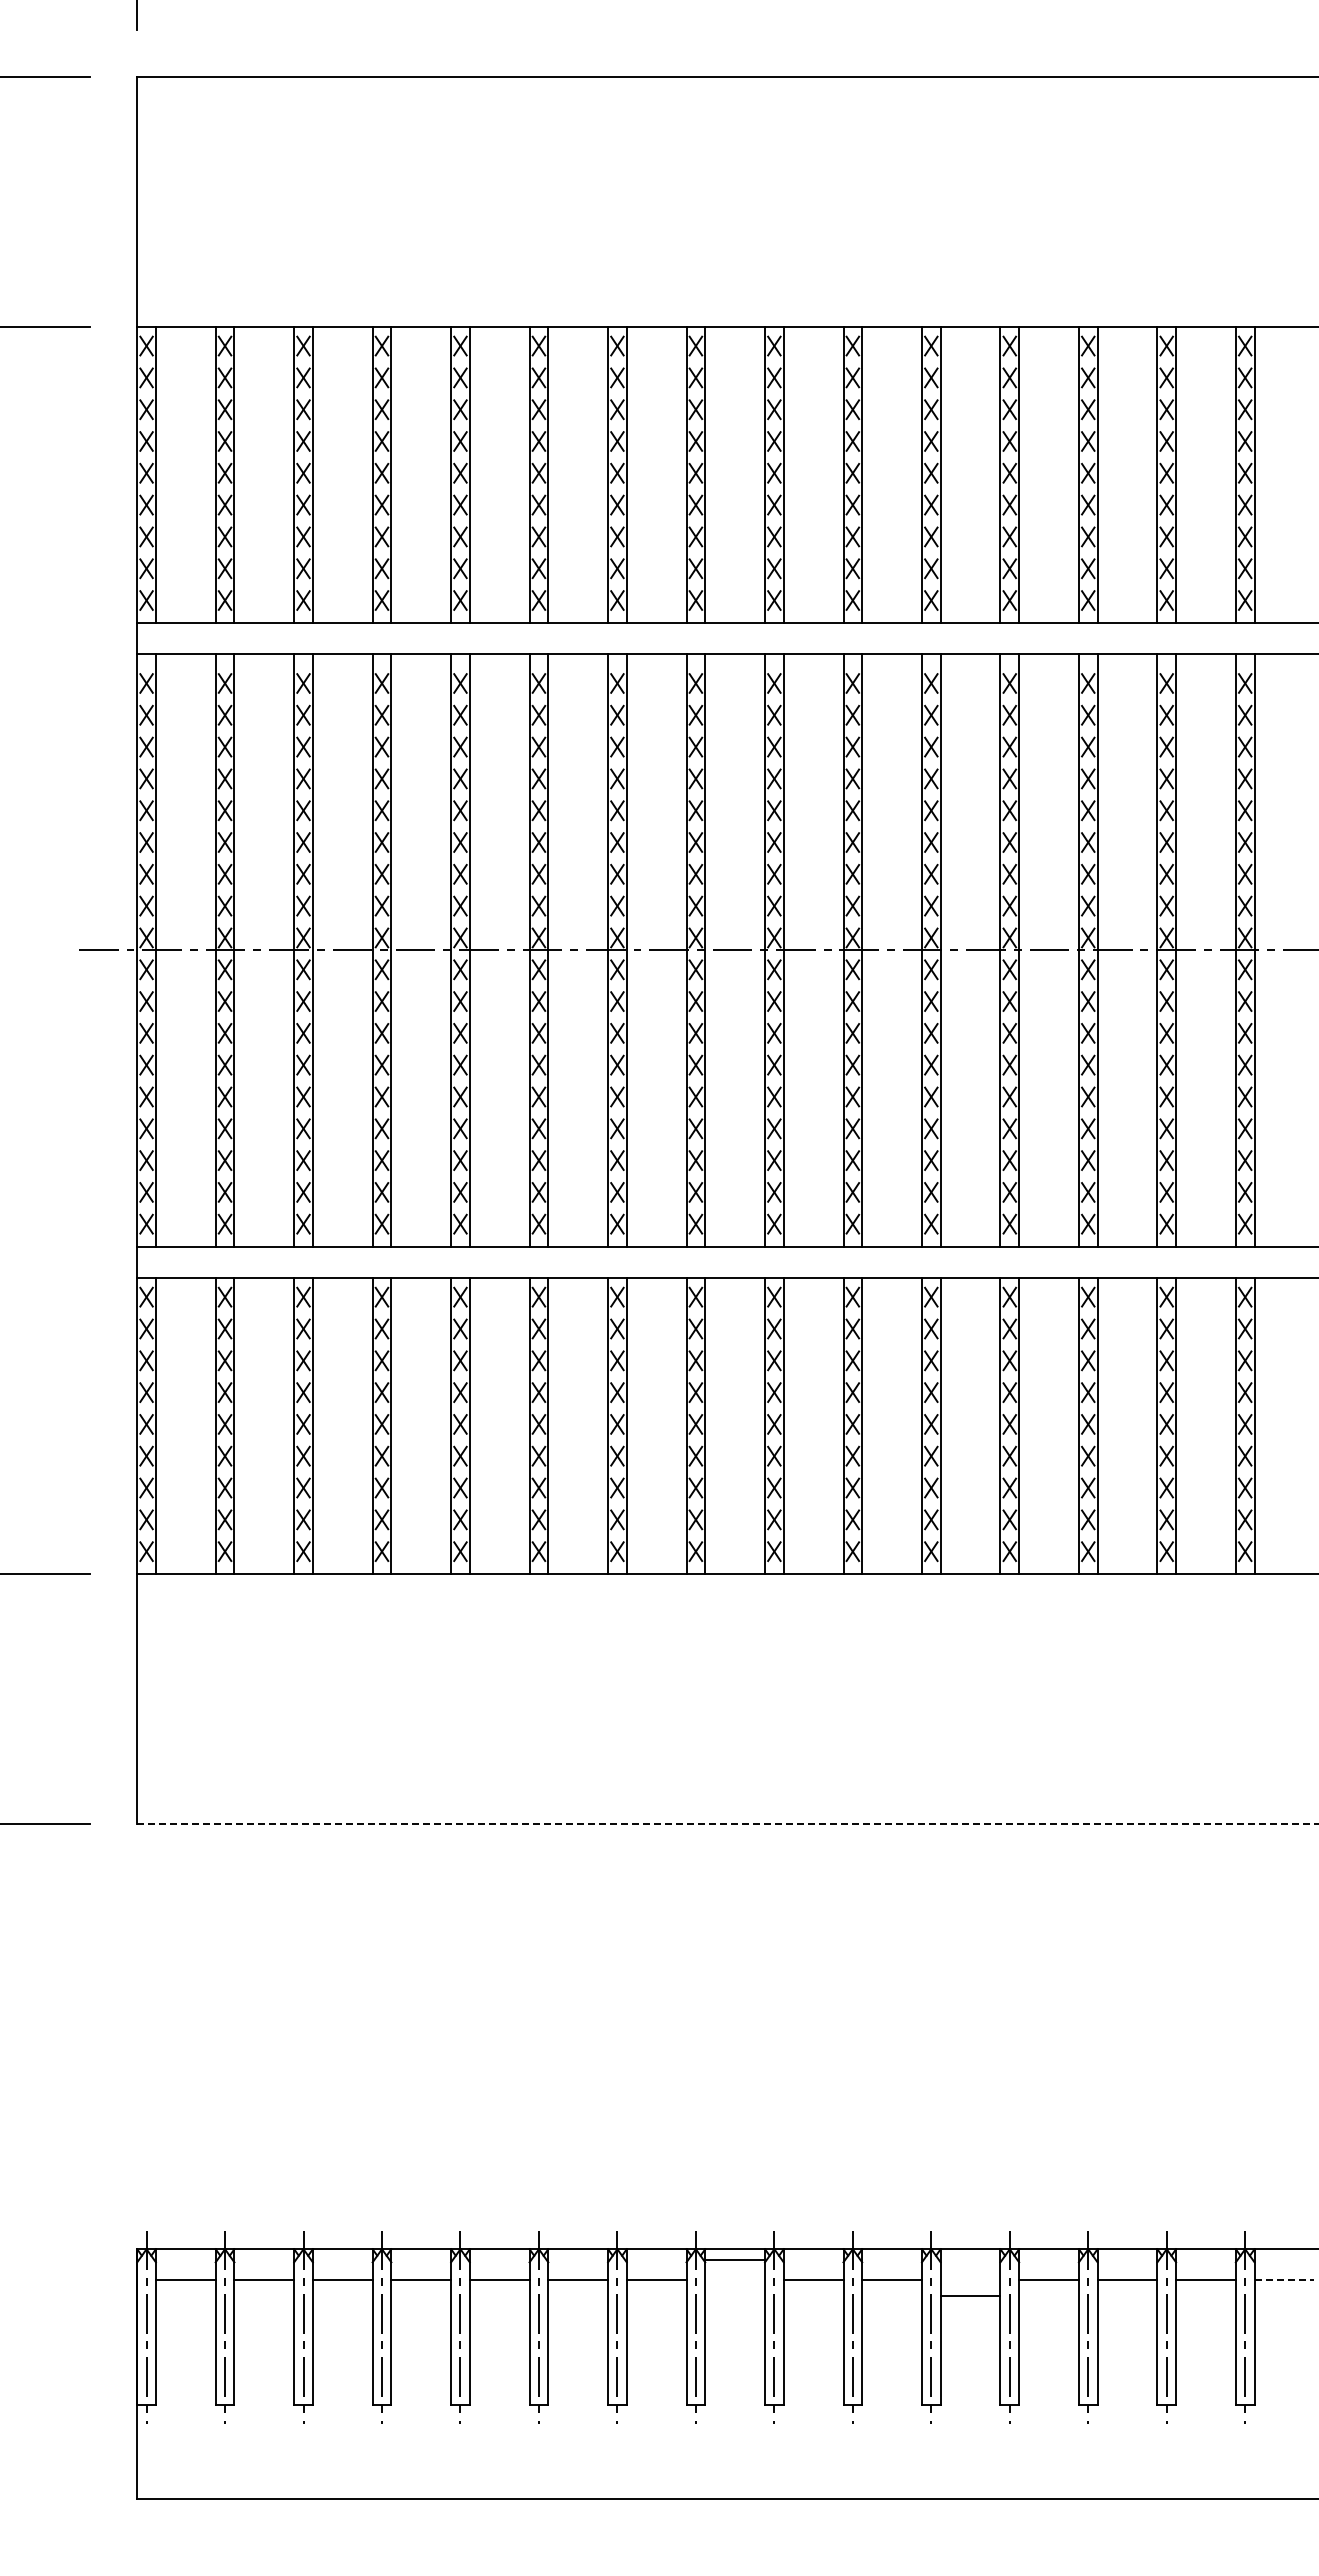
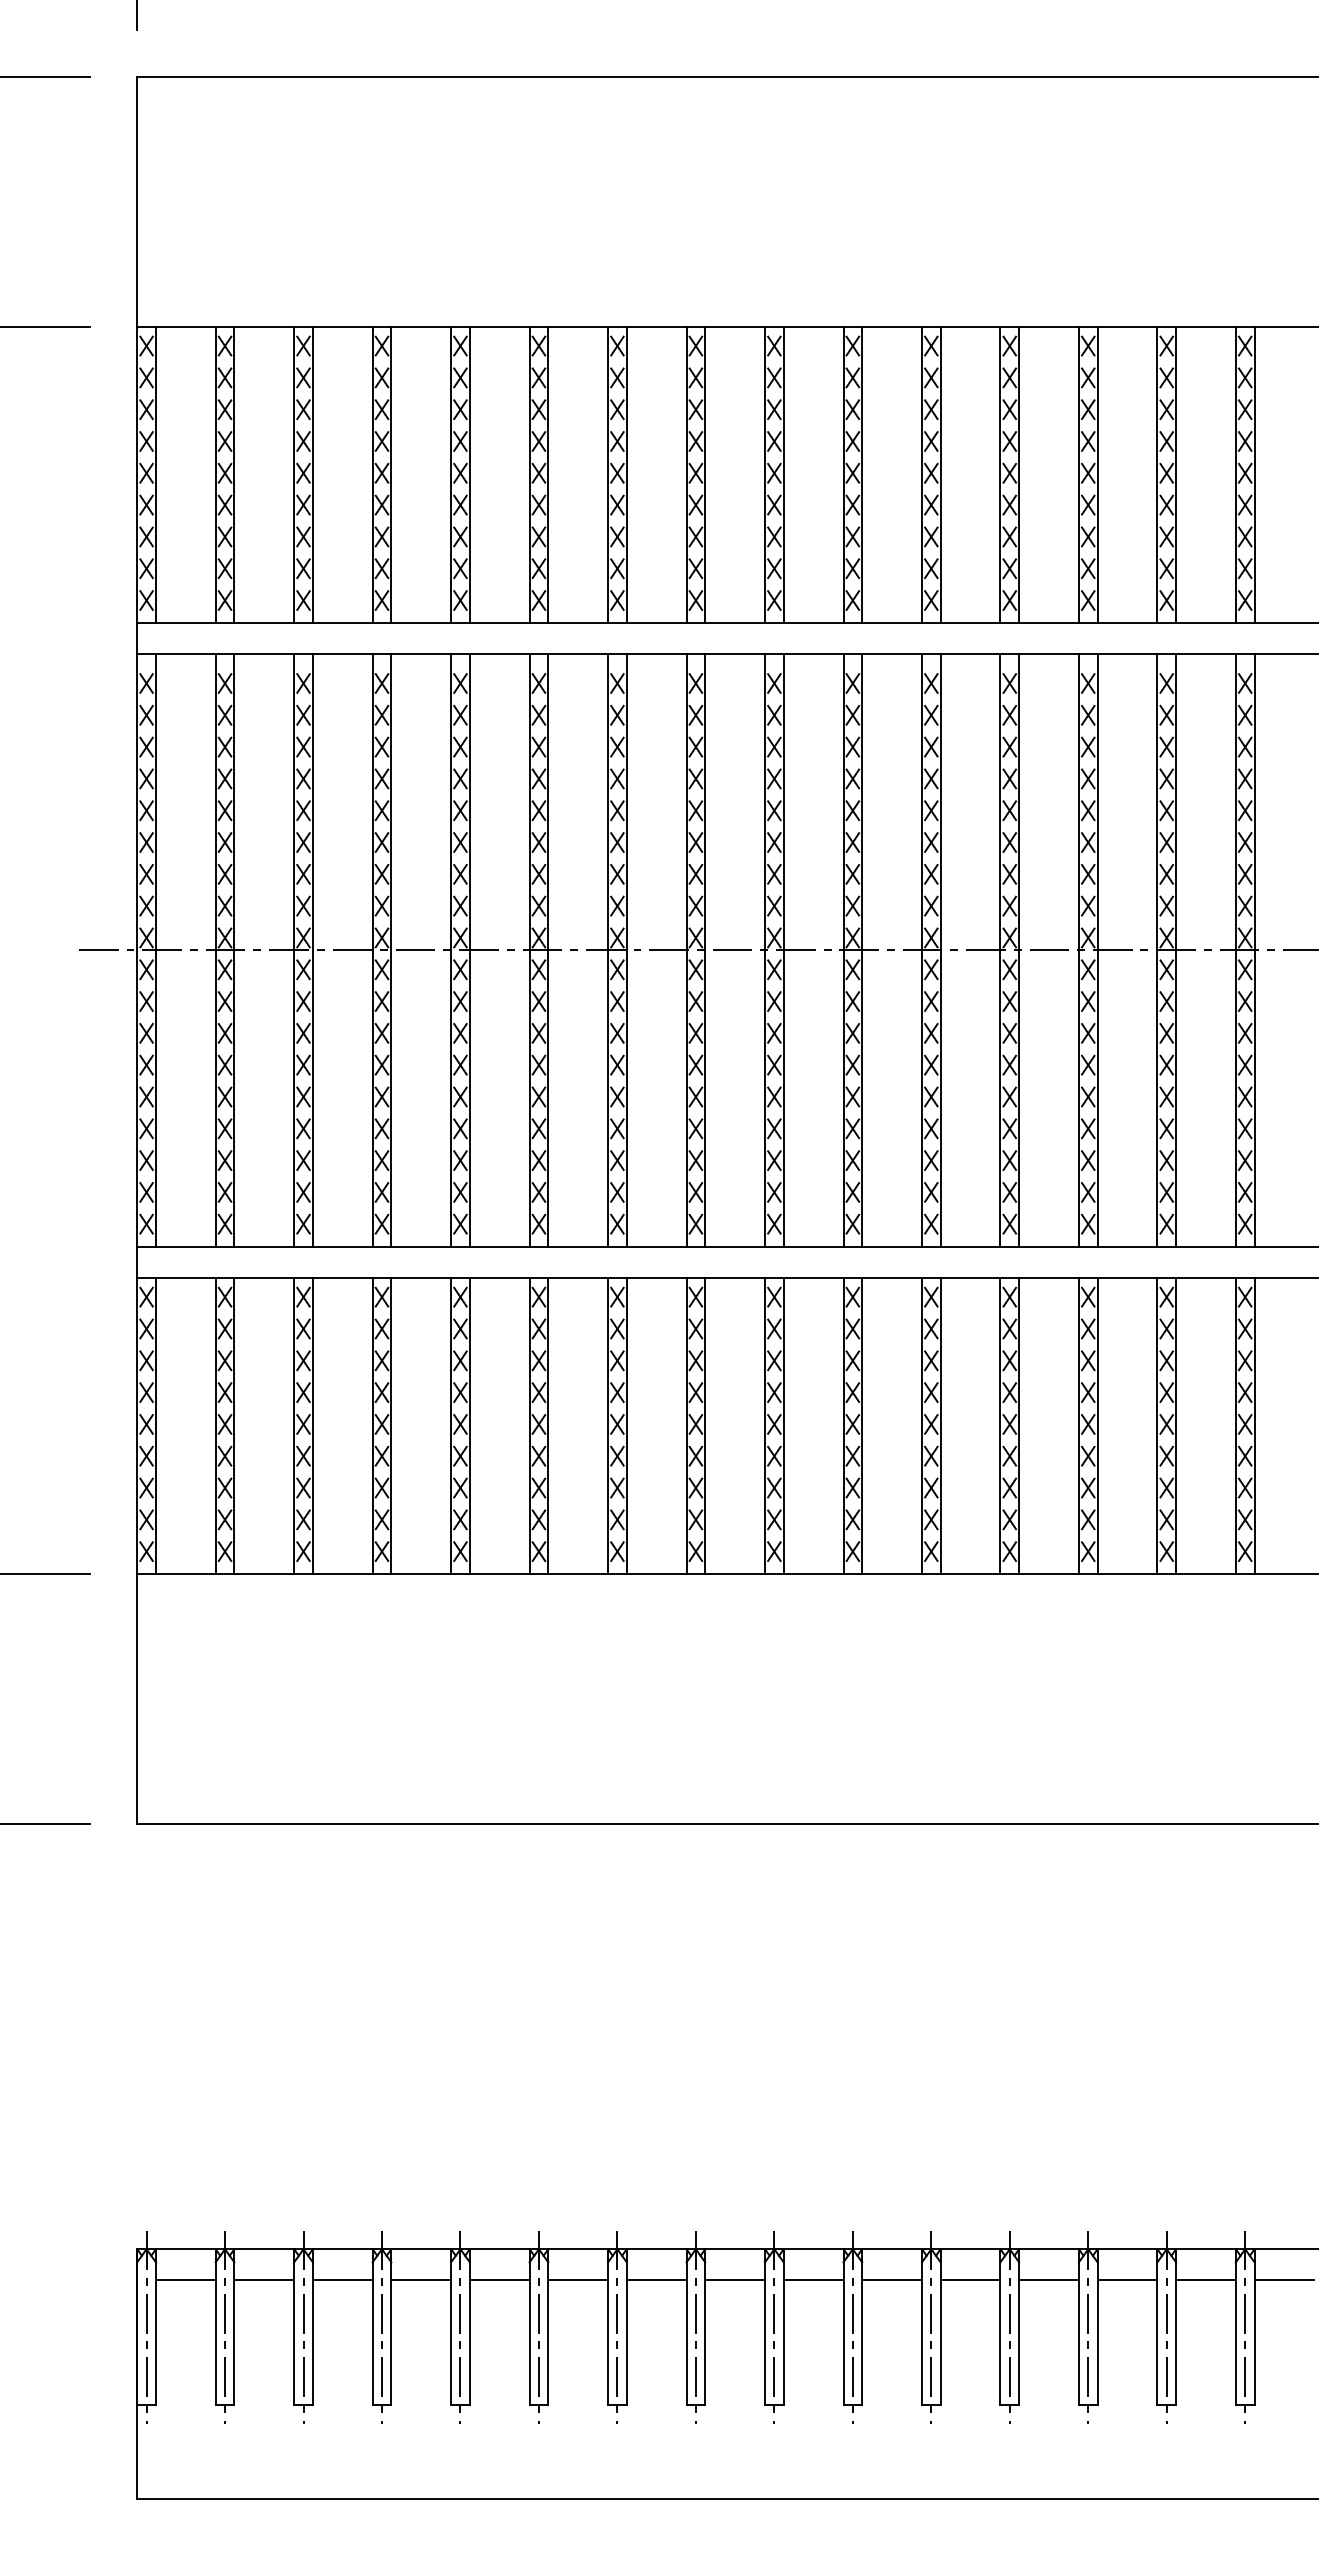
line at (728, 1823): dashed -> solid
line at (735, 2260) position: (735, 2260) -> (735, 2280)
line at (1284, 2280): dashed -> solid
line at (970, 2296) position: (970, 2296) -> (970, 2280)
